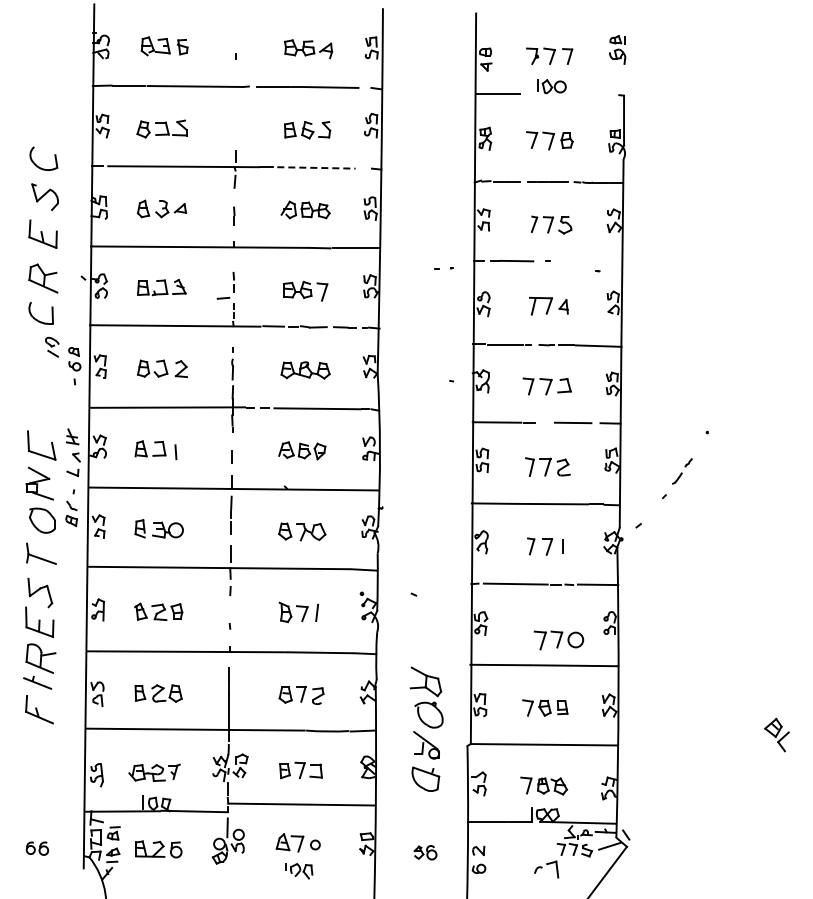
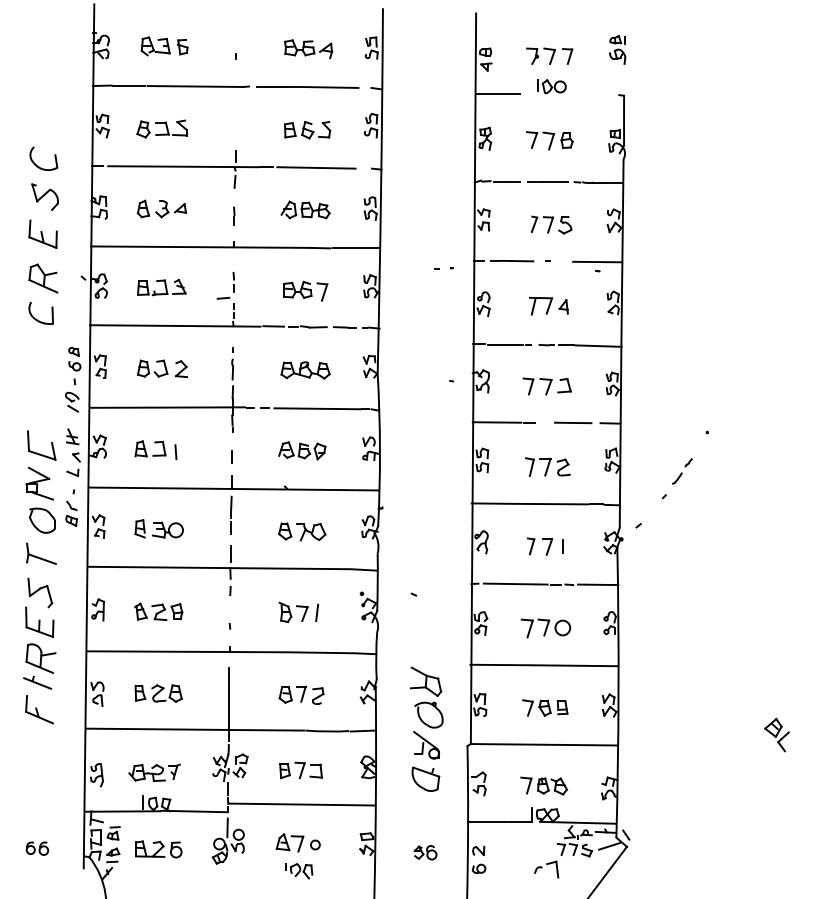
line at (316, 167): dashed -> solid
line at (597, 261): none -> present
part at (52, 346) position: (52, 346) -> (72, 401)
part at (558, 640) position: (558, 640) -> (545, 628)
